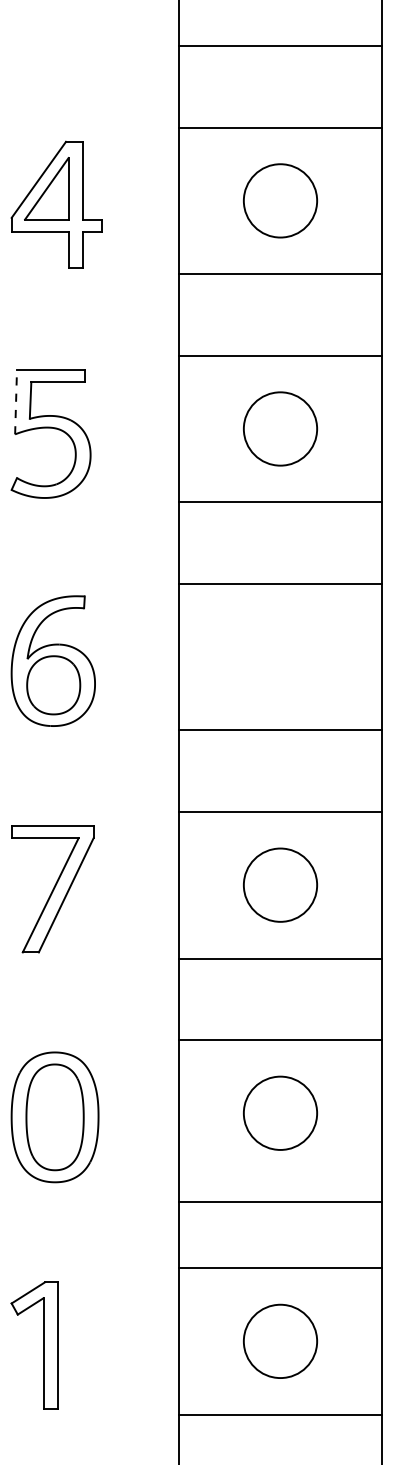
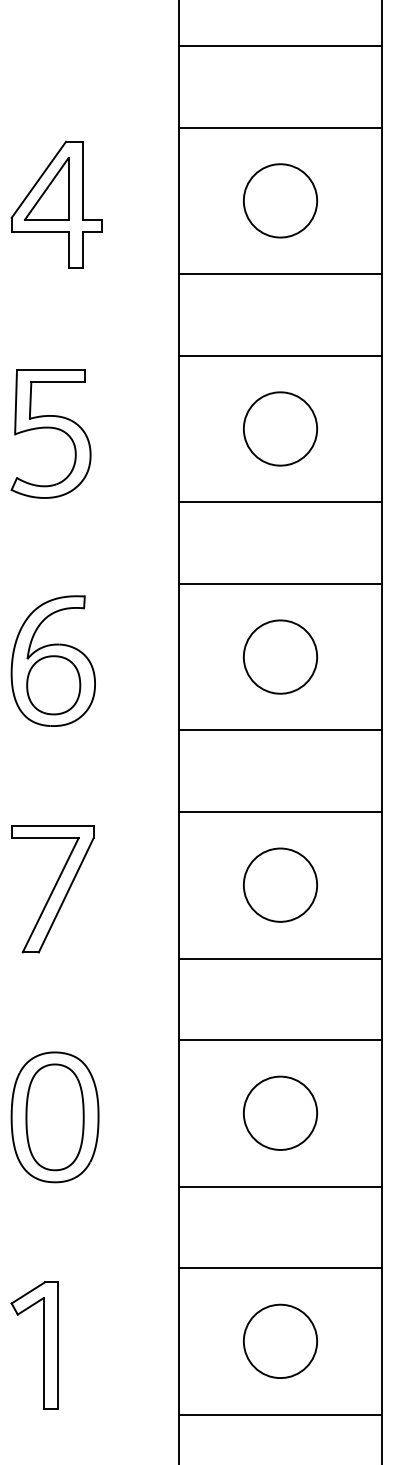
line at (16, 401): dashed -> solid
circle at (280, 656): none -> present
line at (280, 1201) position: (280, 1201) -> (280, 1186)
